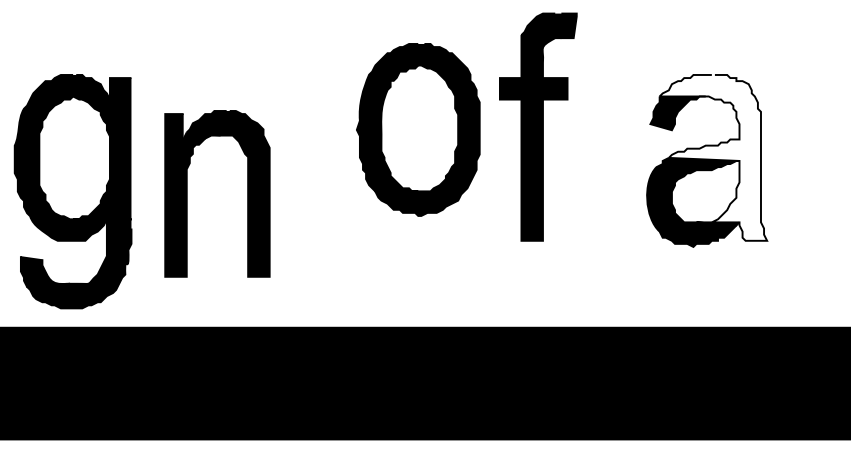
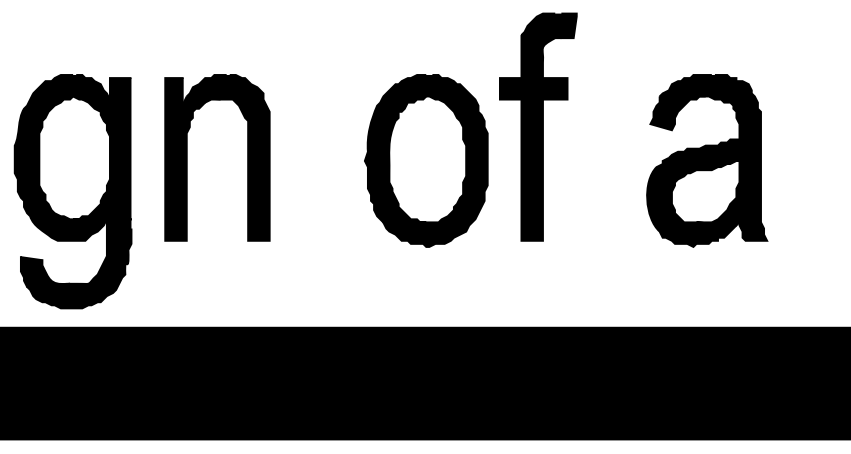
part at (418, 129) position: (418, 129) -> (426, 160)
fill at (713, 157): none -> present
part at (187, 193) position: (187, 193) -> (187, 157)
